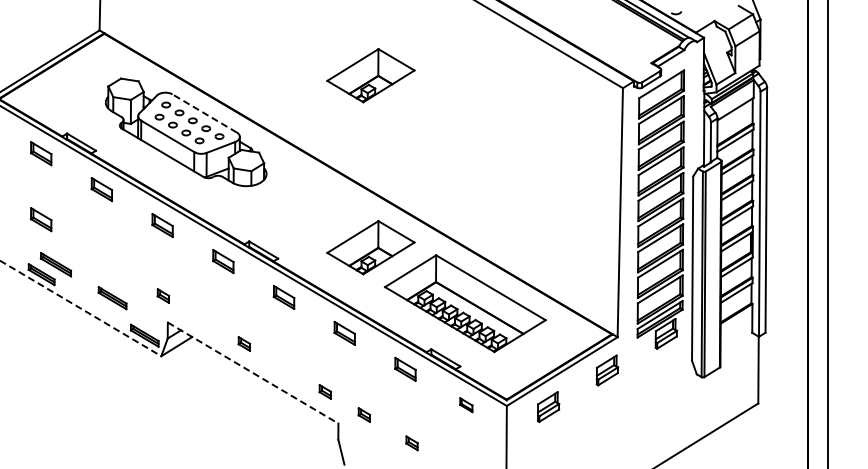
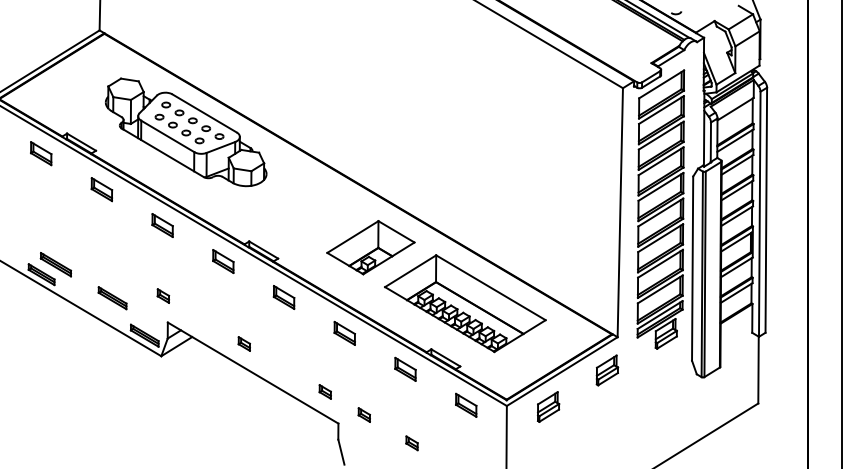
part at (370, 75): present -> none
line at (204, 113): dashed -> solid
part at (41, 219): present -> none
line at (827, 233) position: (827, 233) -> (841, 233)
line at (81, 308): dashed -> solid
line at (253, 373): dashed -> solid
part at (466, 405) size: 15x17 px -> 23x26 px
